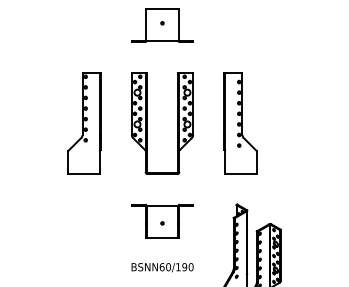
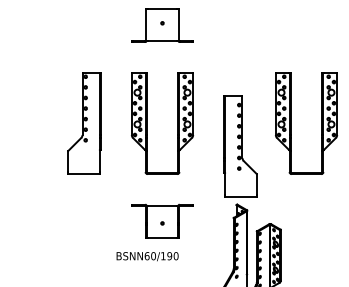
part at (240, 123) position: (240, 123) -> (240, 146)
part at (291, 123): none -> present
text at (162, 267) position: (162, 267) -> (147, 256)
